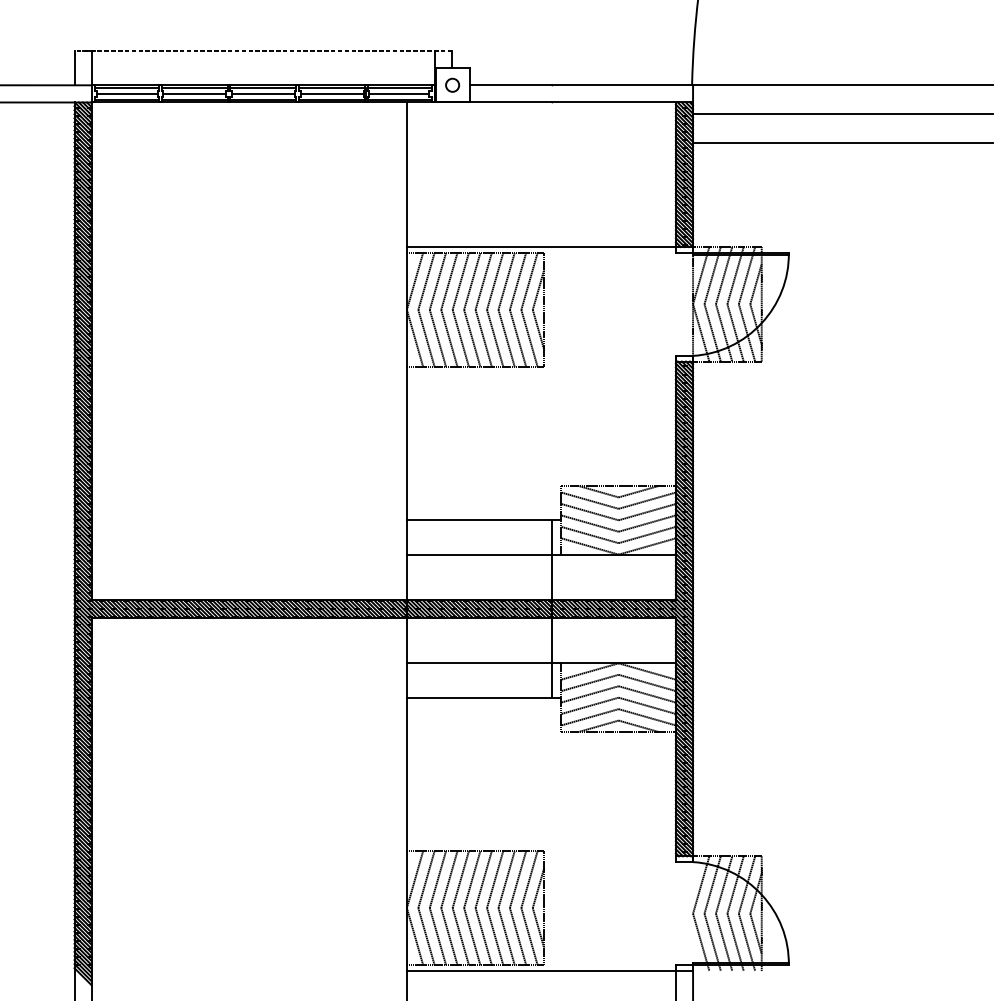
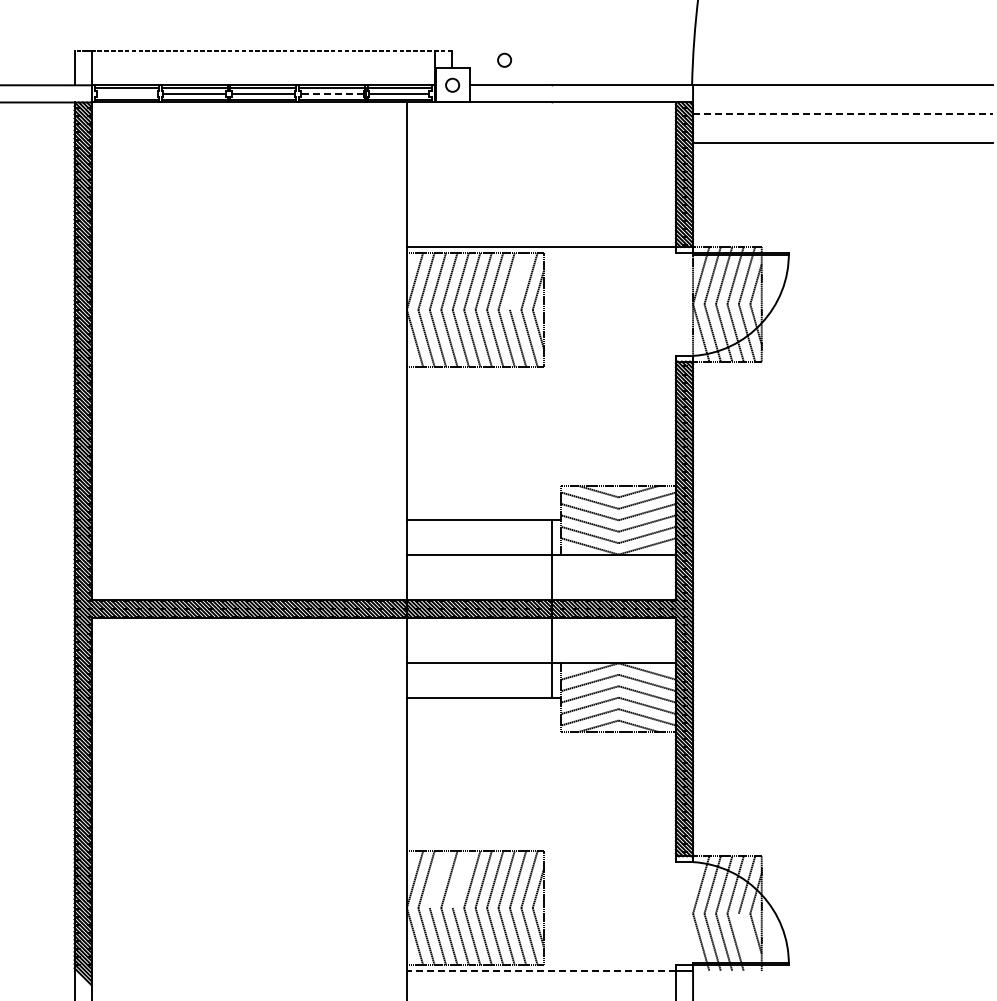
circle at (504, 59): none -> present
line at (127, 93): present -> none
line at (331, 93): solid -> dashed
line at (843, 113): solid -> dashed
line at (517, 280): present -> none
line at (437, 879): present -> none
line at (460, 879): present -> none
line at (746, 941): present -> none
line at (540, 970): solid -> dashed
